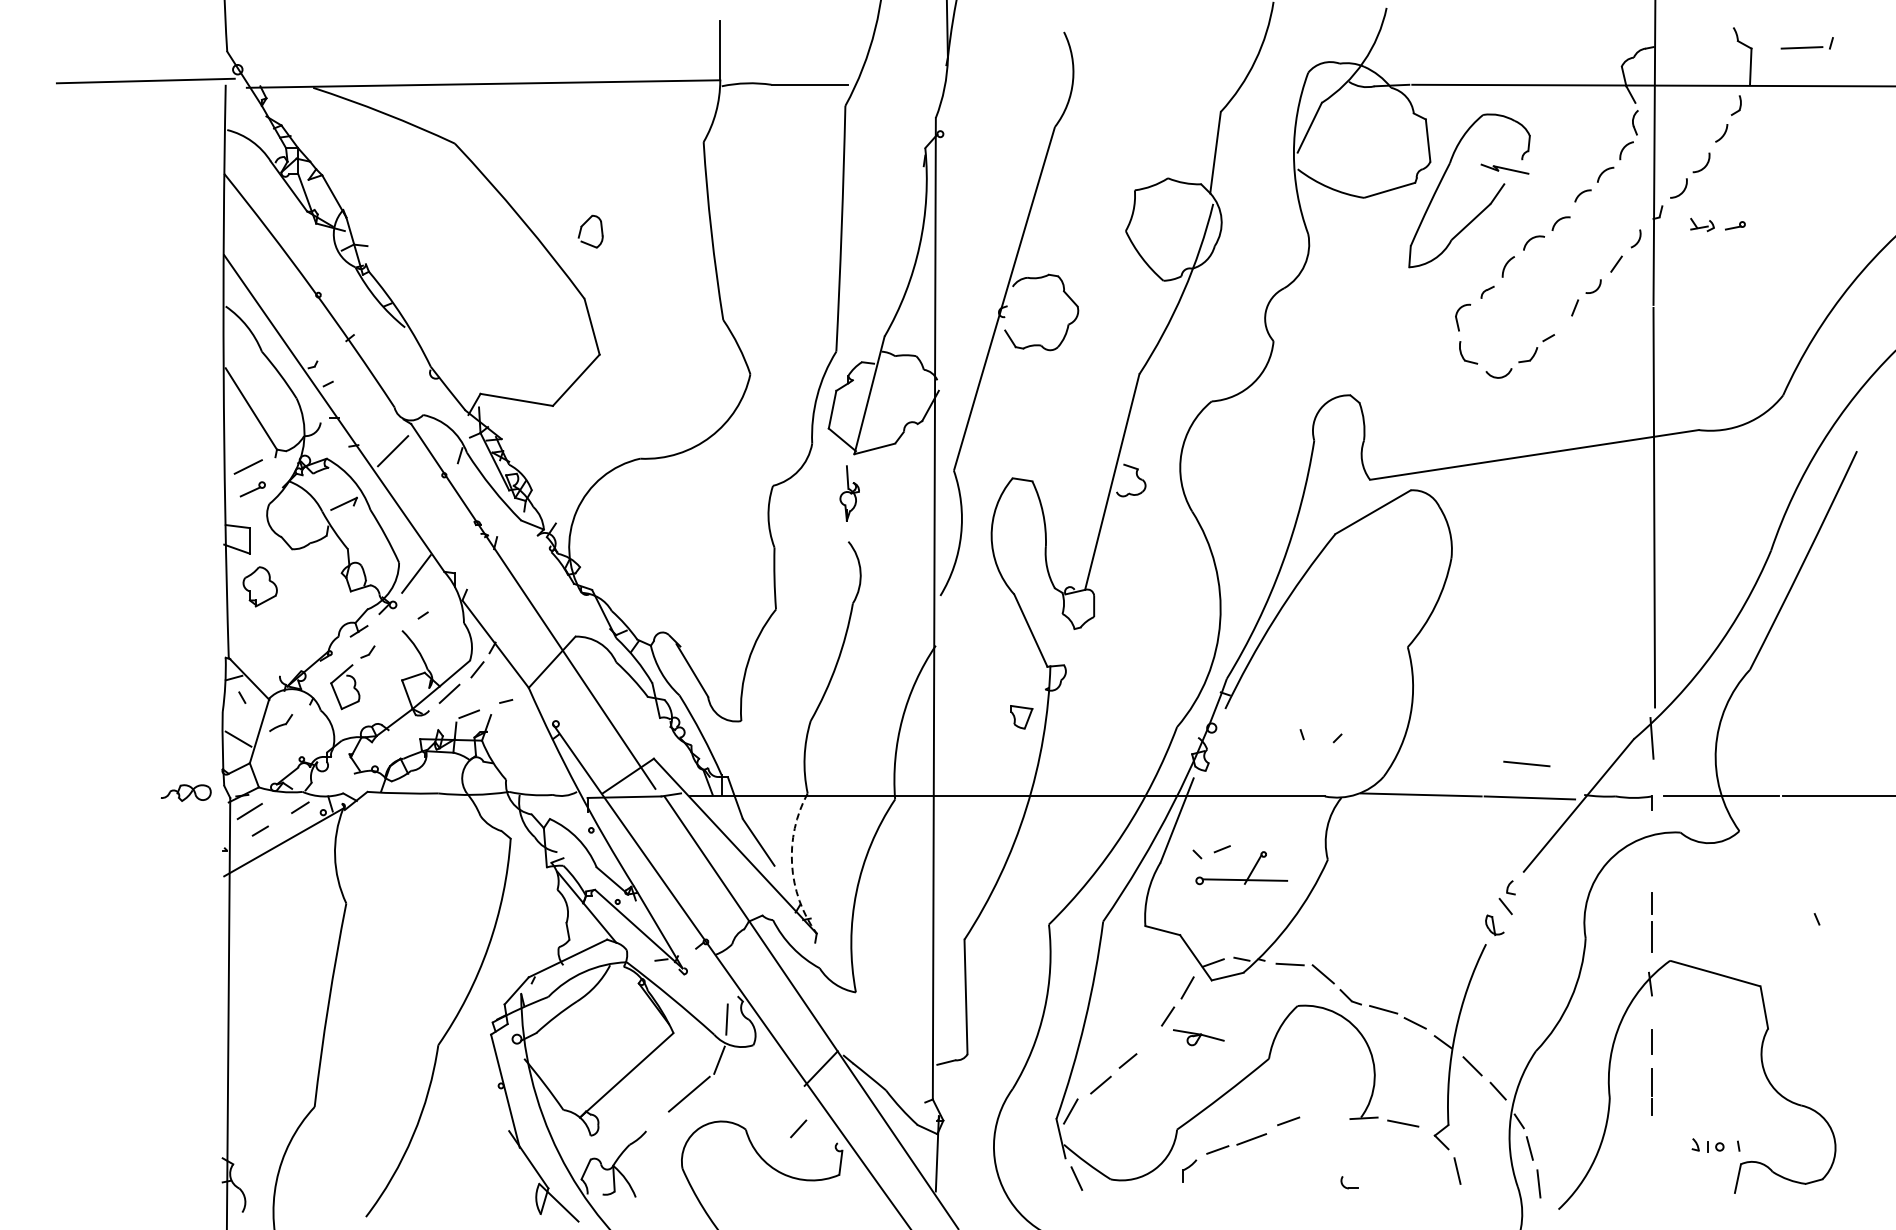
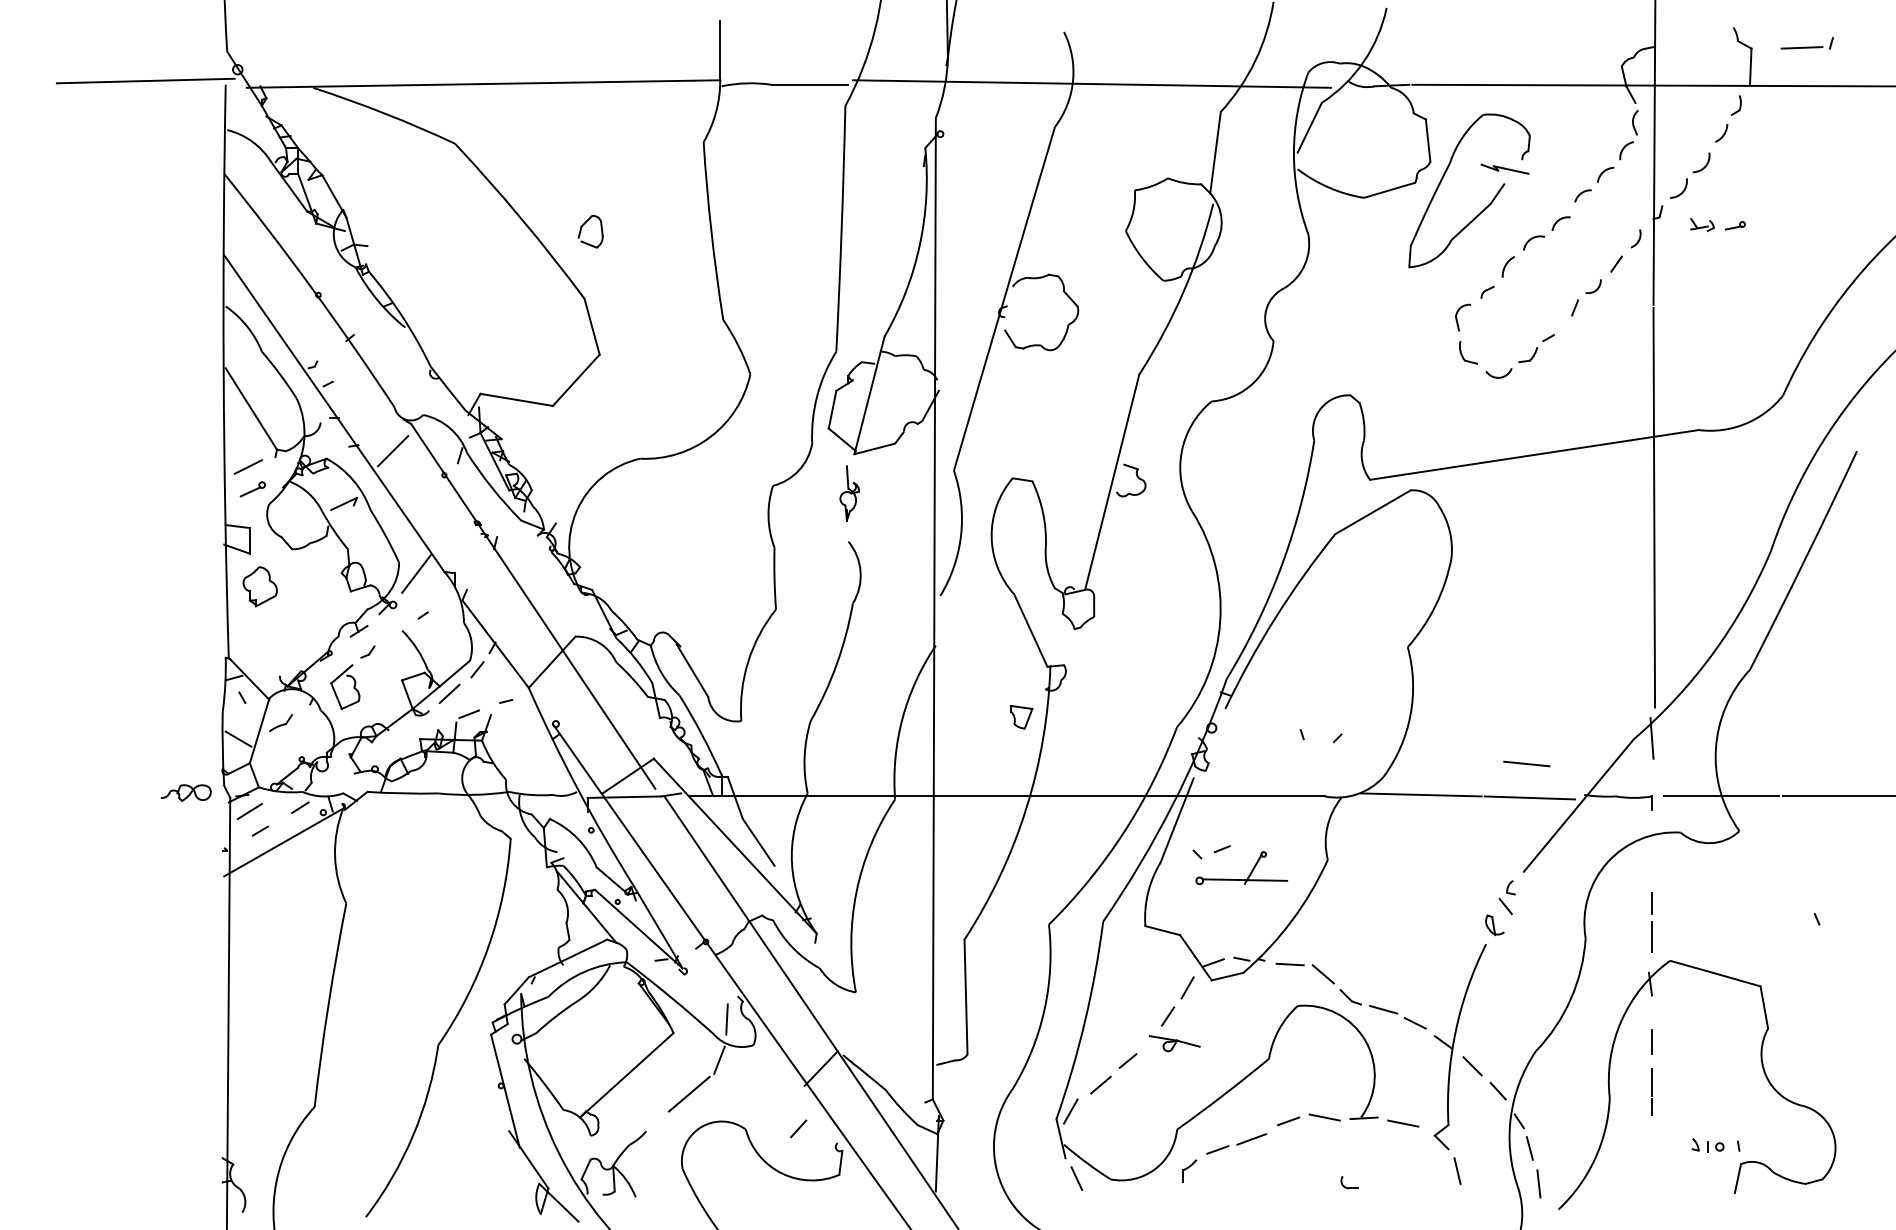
line at (1091, 83): none -> present
arc at (792, 864): dashed -> solid
part at (1198, 1037) position: (1198, 1037) -> (1174, 1043)
line at (1324, 1117): none -> present
